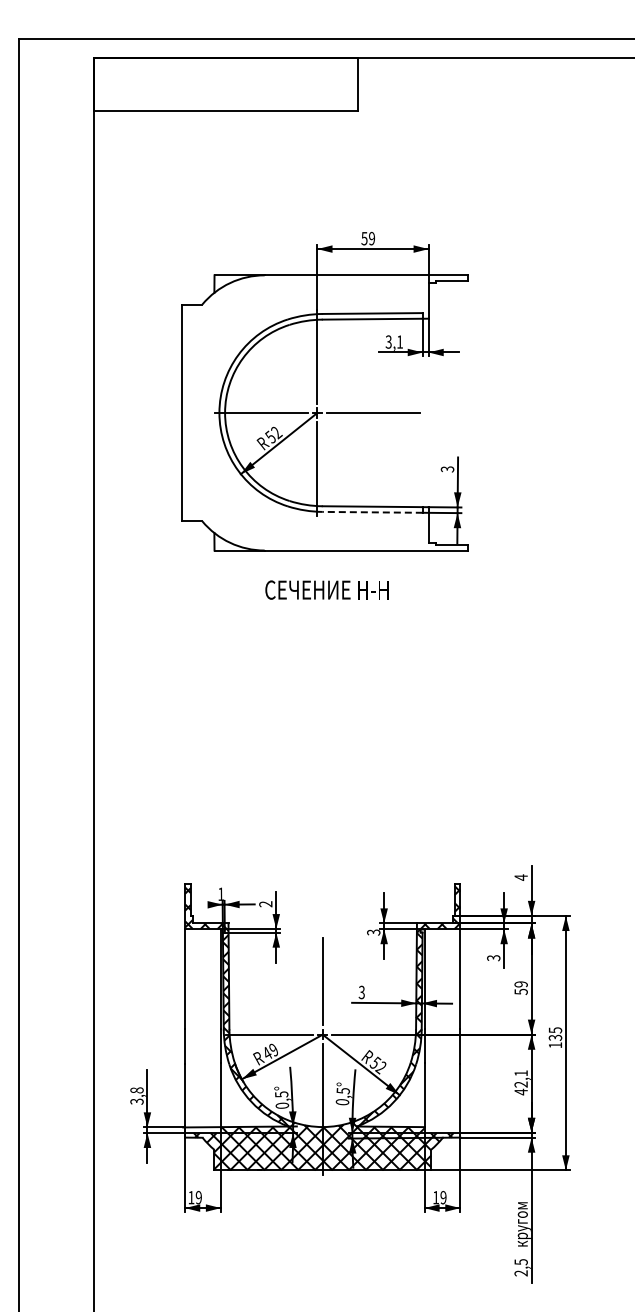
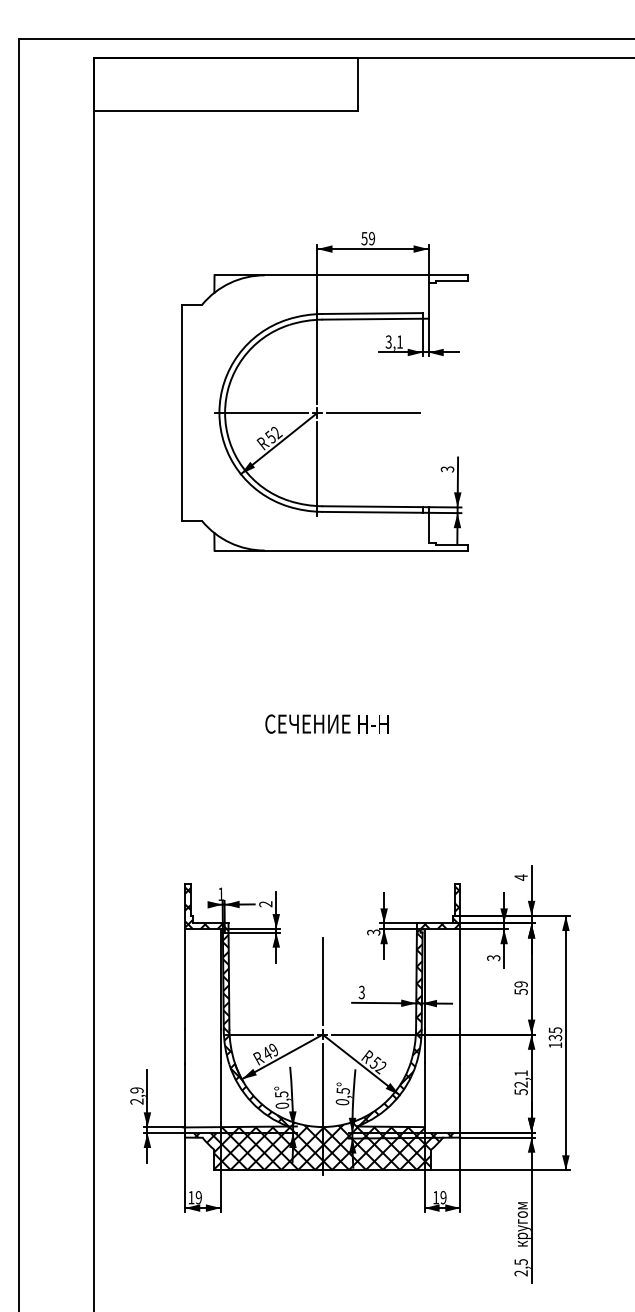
line at (372, 512): dashed -> solid
text at (326, 589) position: (326, 589) -> (326, 723)
text at (520, 1091): 42,1 -> 52,1
text at (136, 1095): 3,8 -> 2,9
